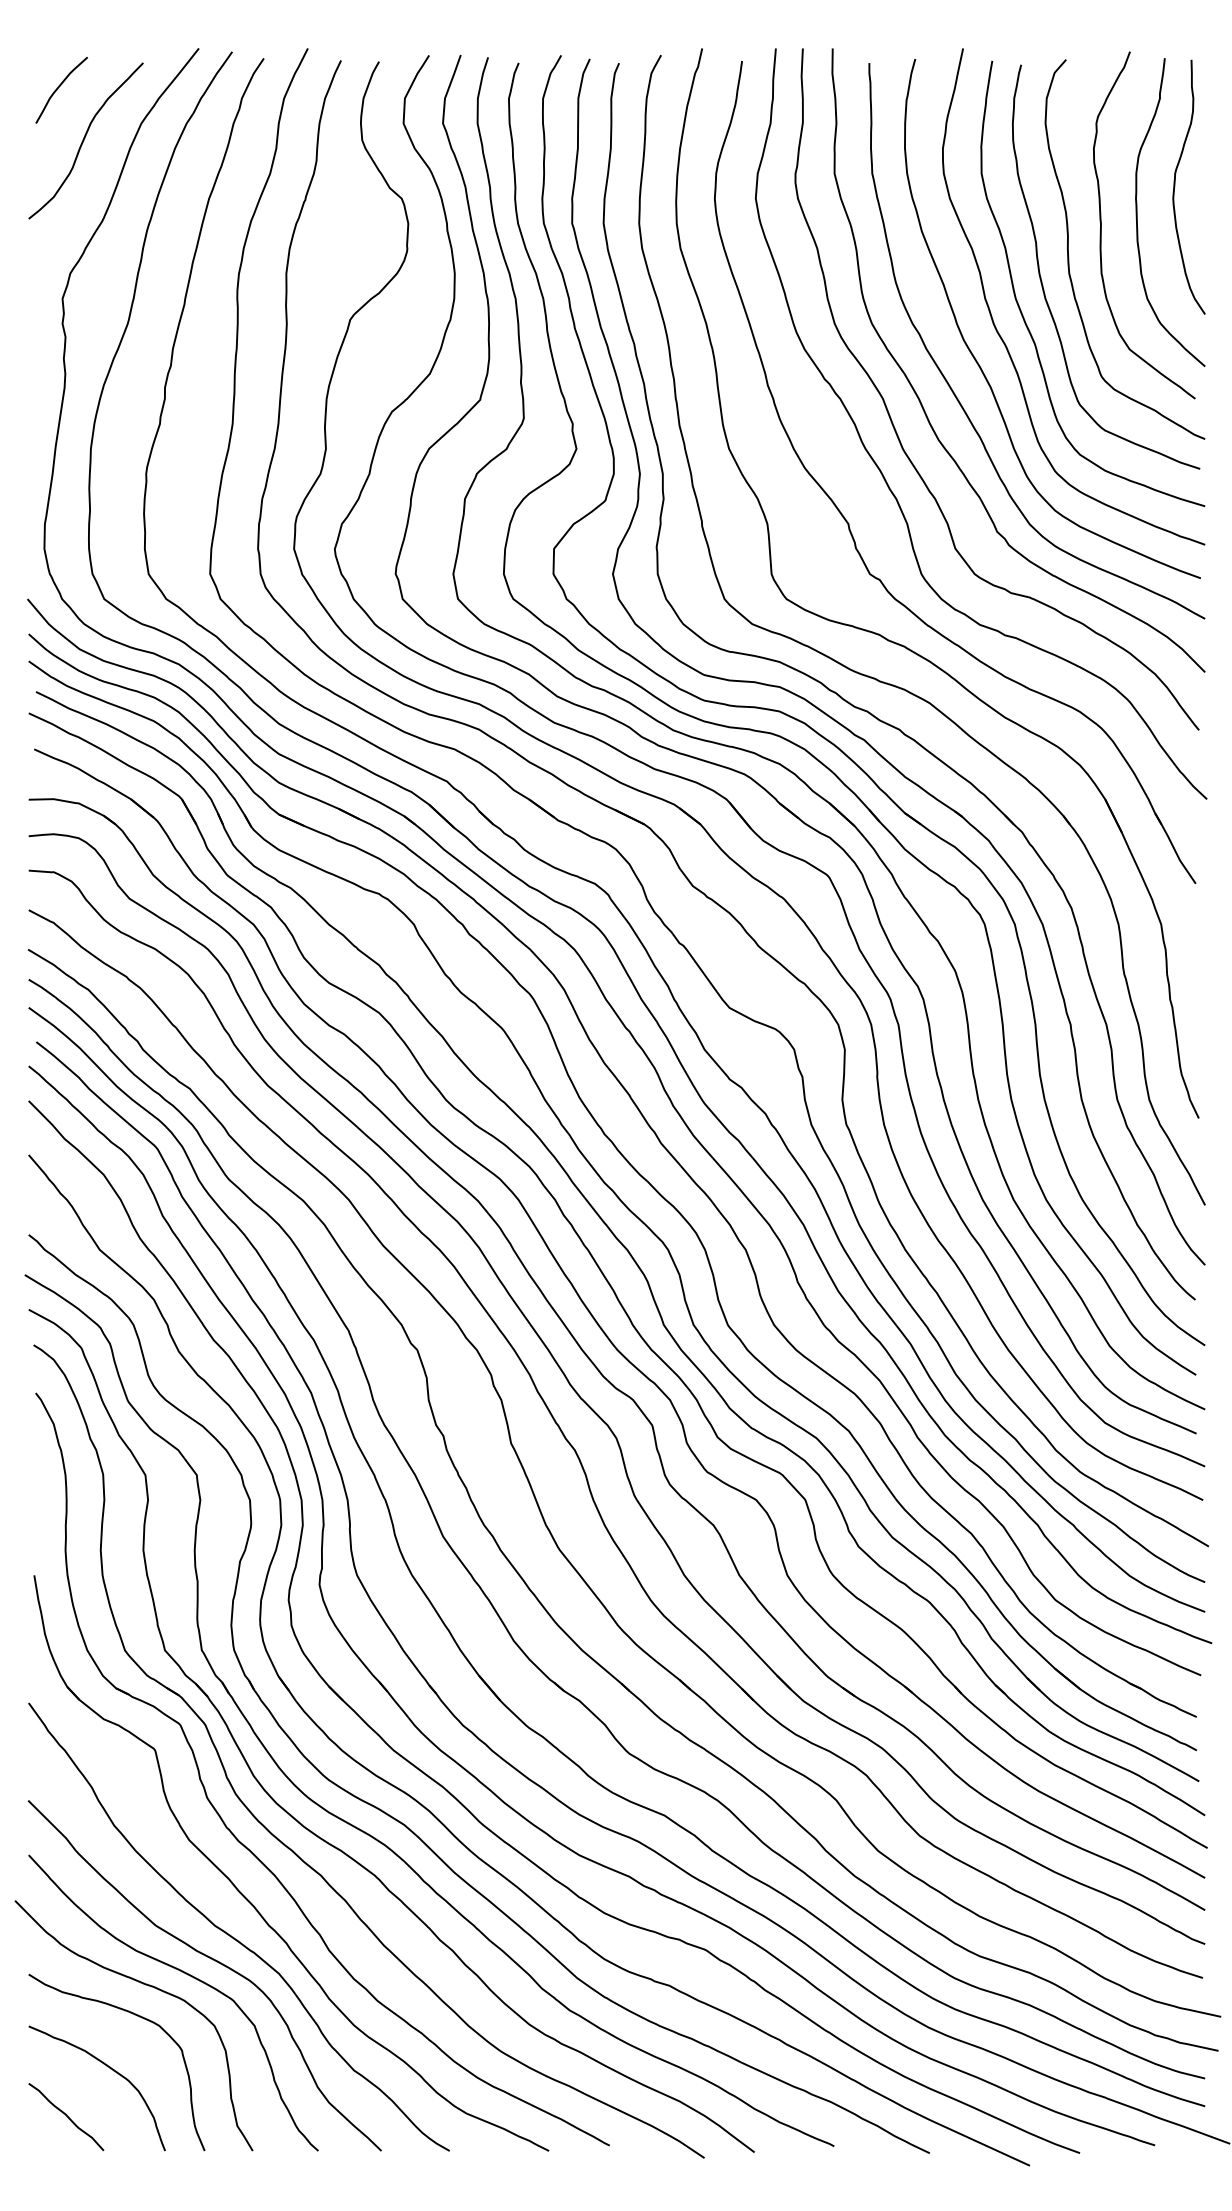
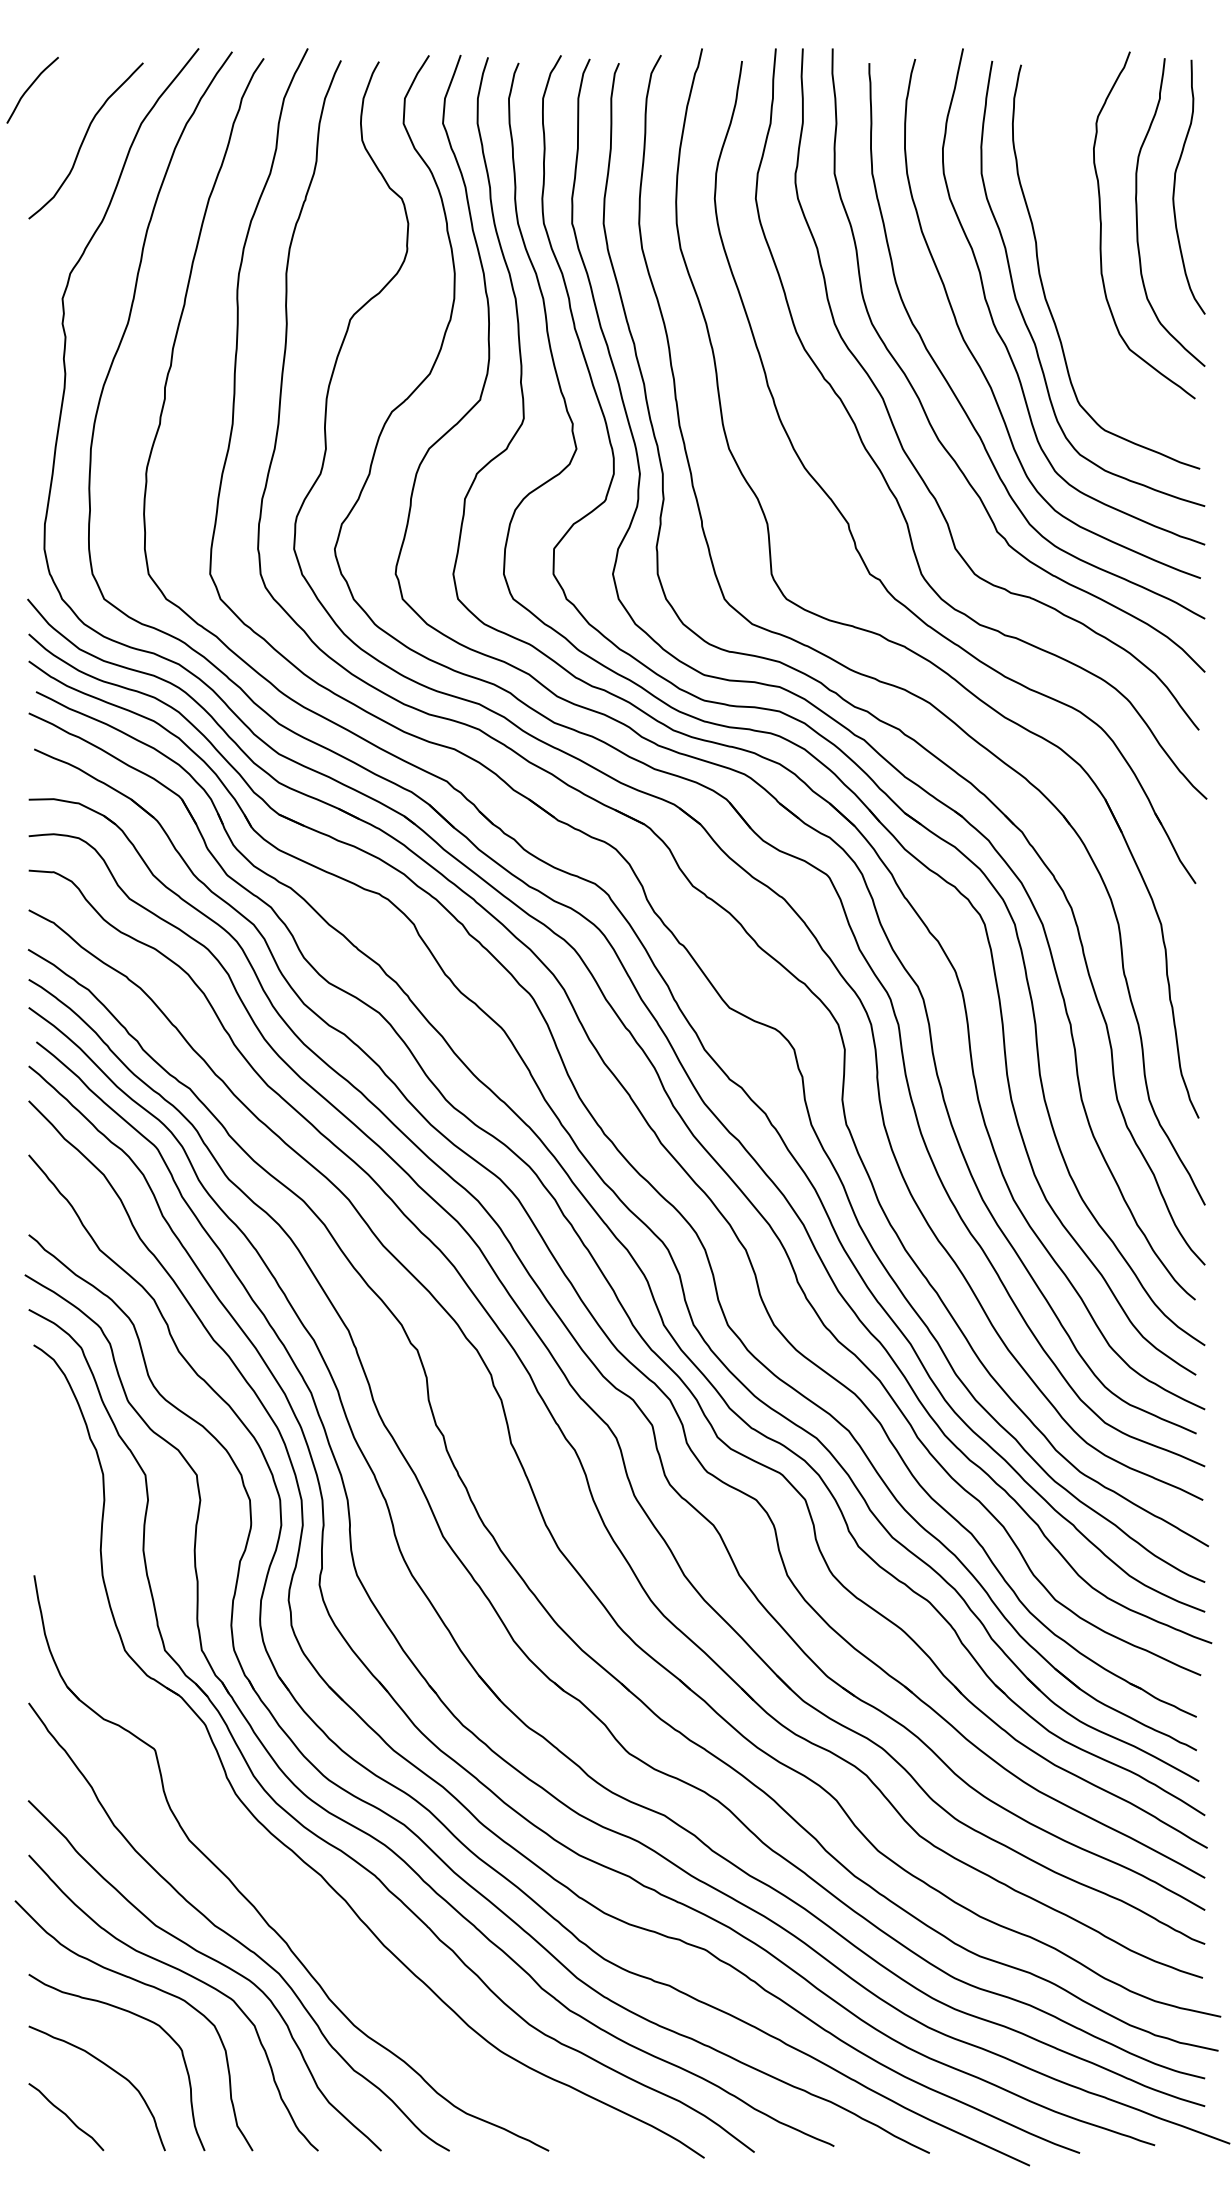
curve at (59, 87) position: (59, 87) -> (30, 87)
curve at (1069, 257): present -> none
part at (250, 1849): present -> none
